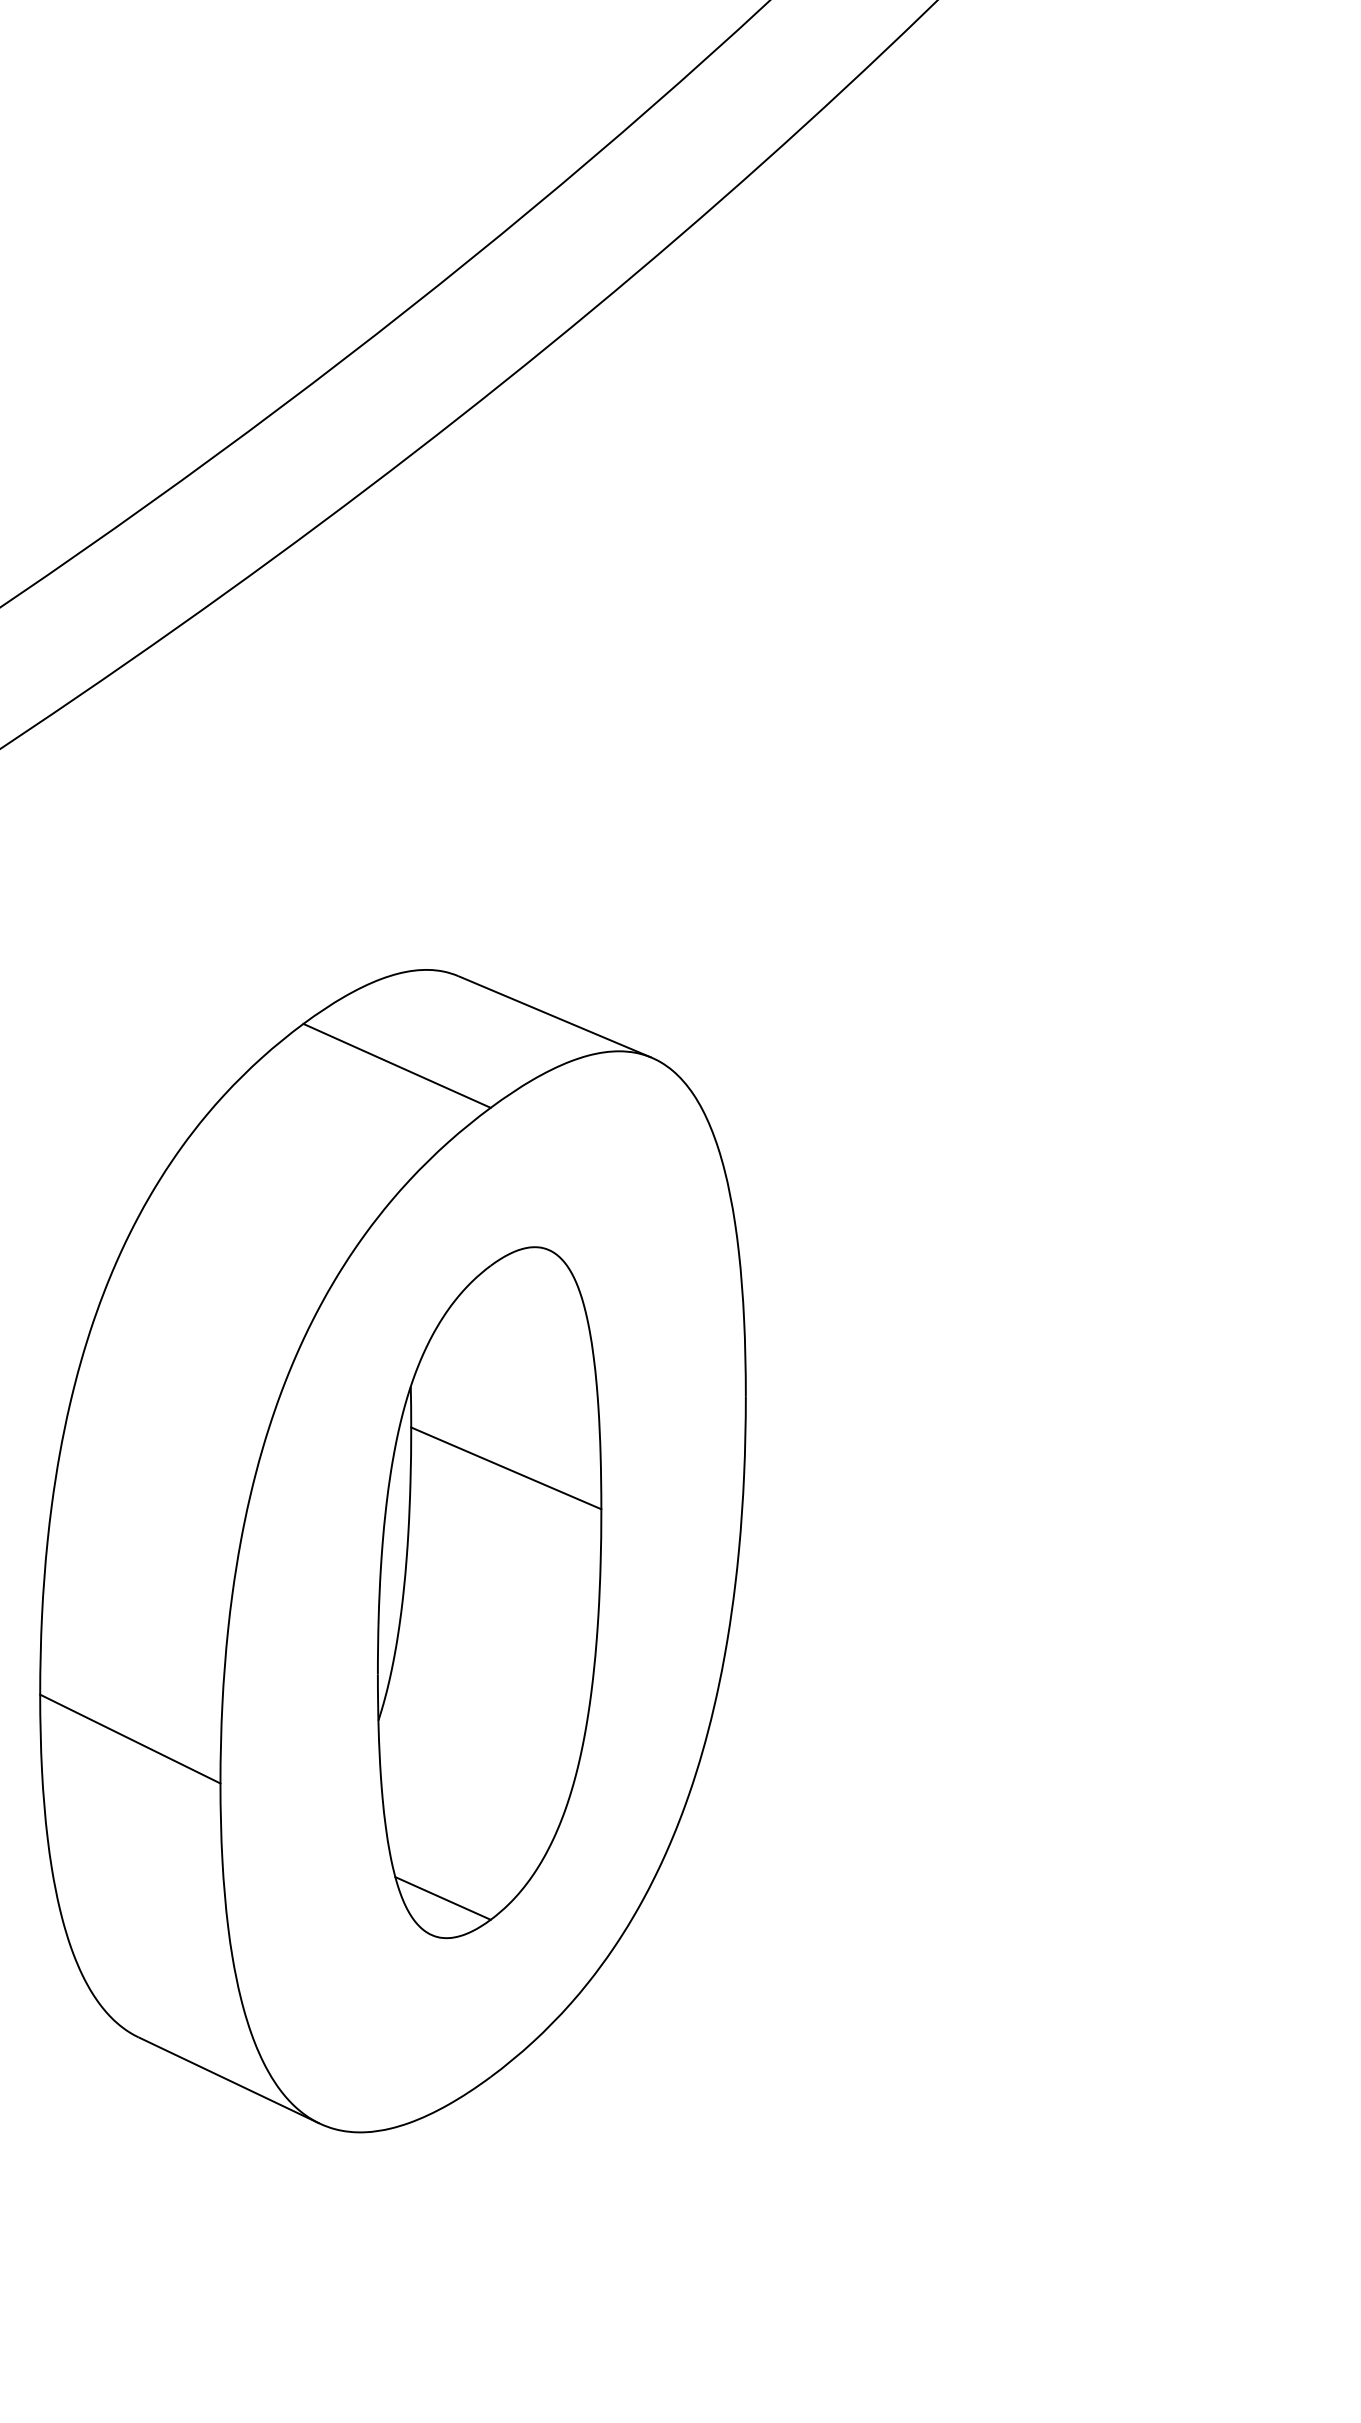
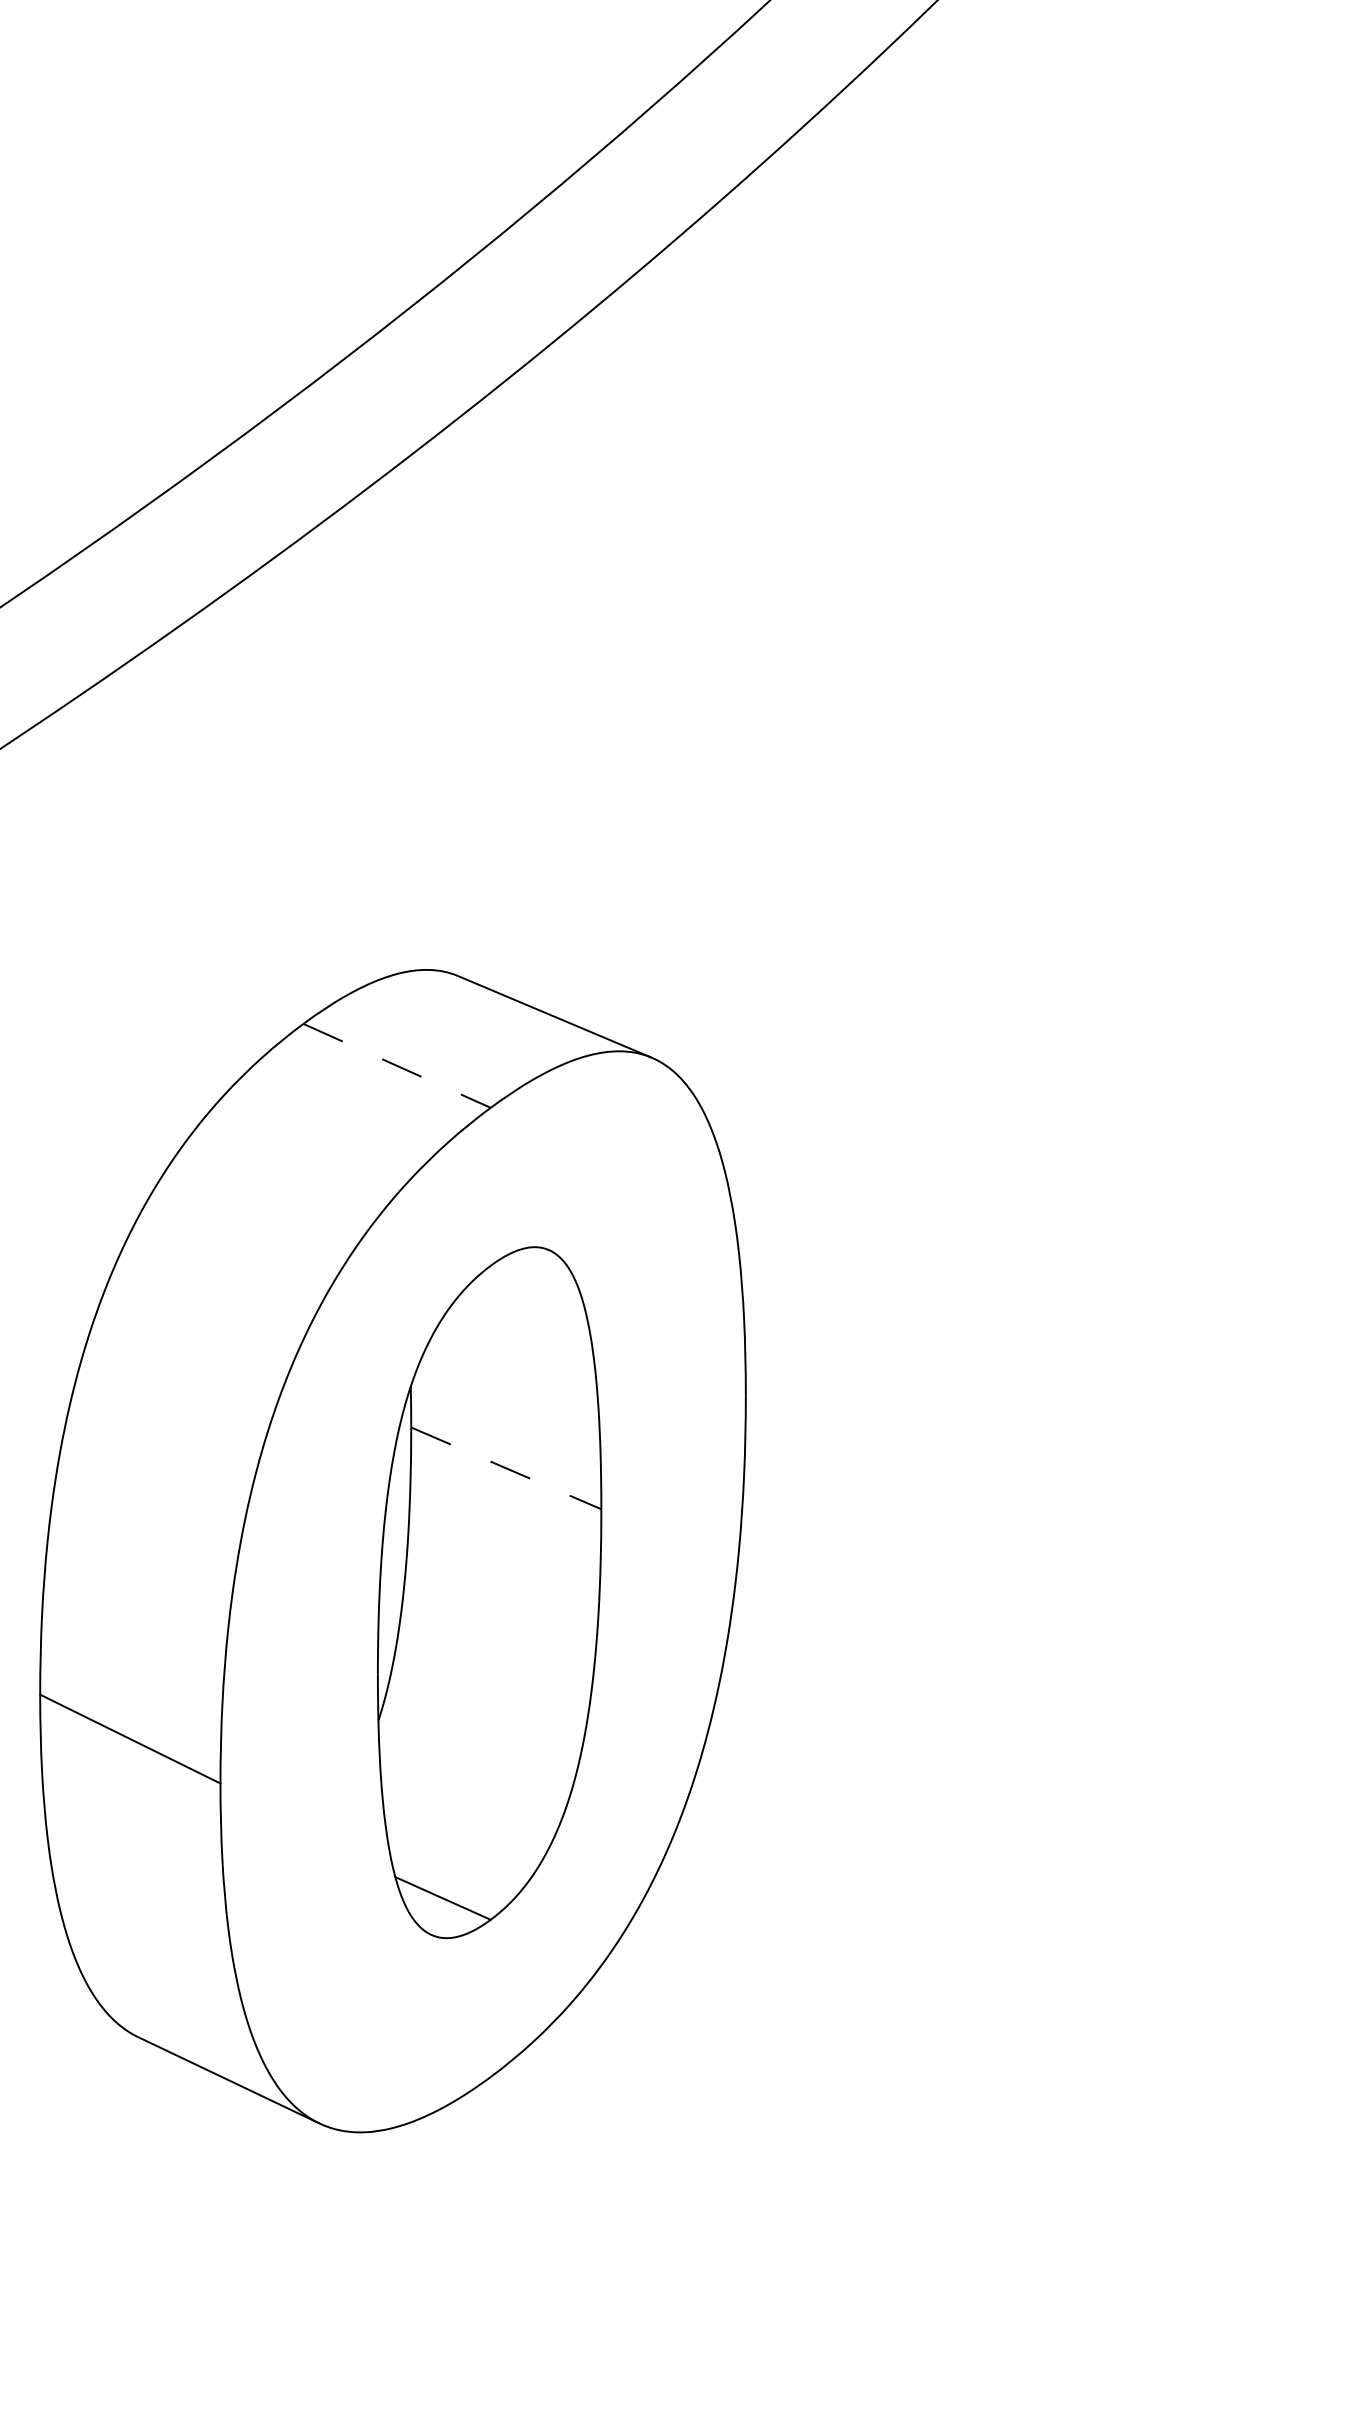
line at (397, 1065): solid -> dashed
line at (506, 1468): solid -> dashed
